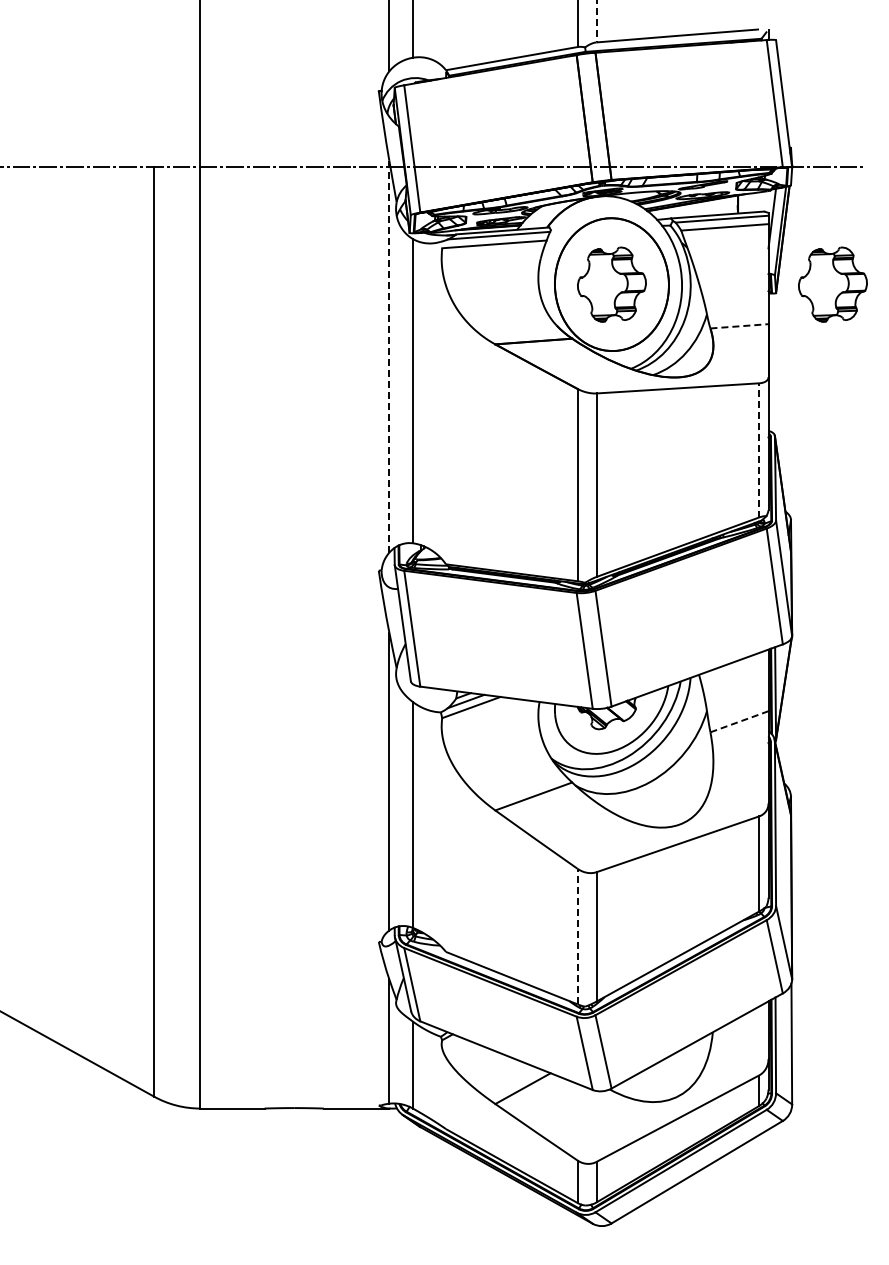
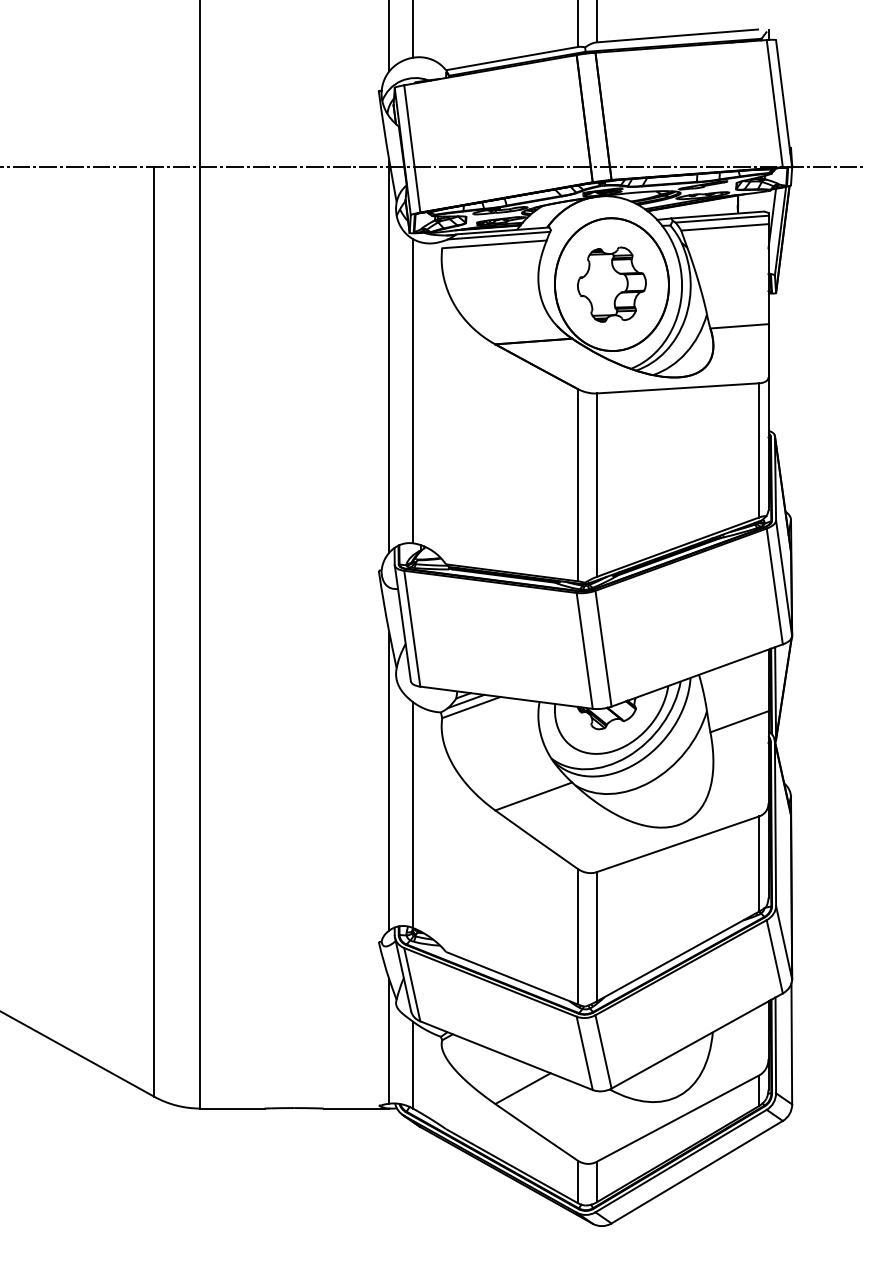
line at (596, 21): dashed -> solid
part at (832, 284): present -> none
line at (739, 326): dashed -> solid
line at (389, 356): dashed -> solid
line at (759, 449): dashed -> solid
line at (739, 721): dashed -> solid
line at (577, 936): dashed -> solid
